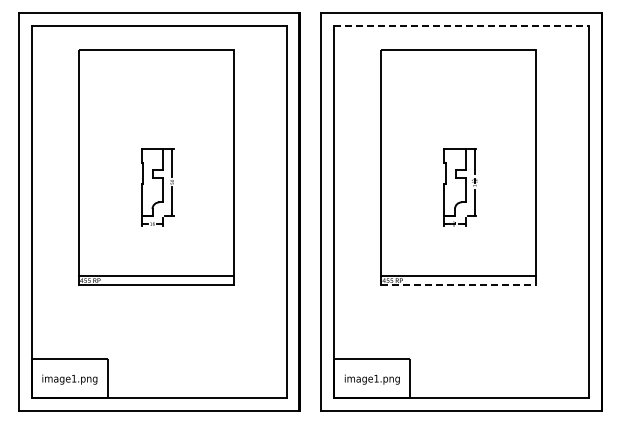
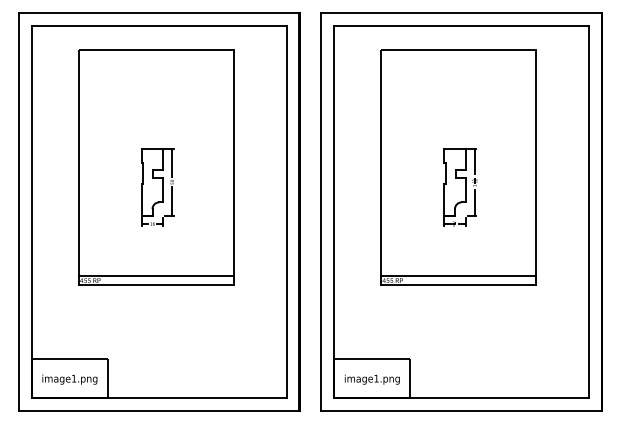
line at (462, 26): dashed -> solid
line at (459, 284): dashed -> solid
